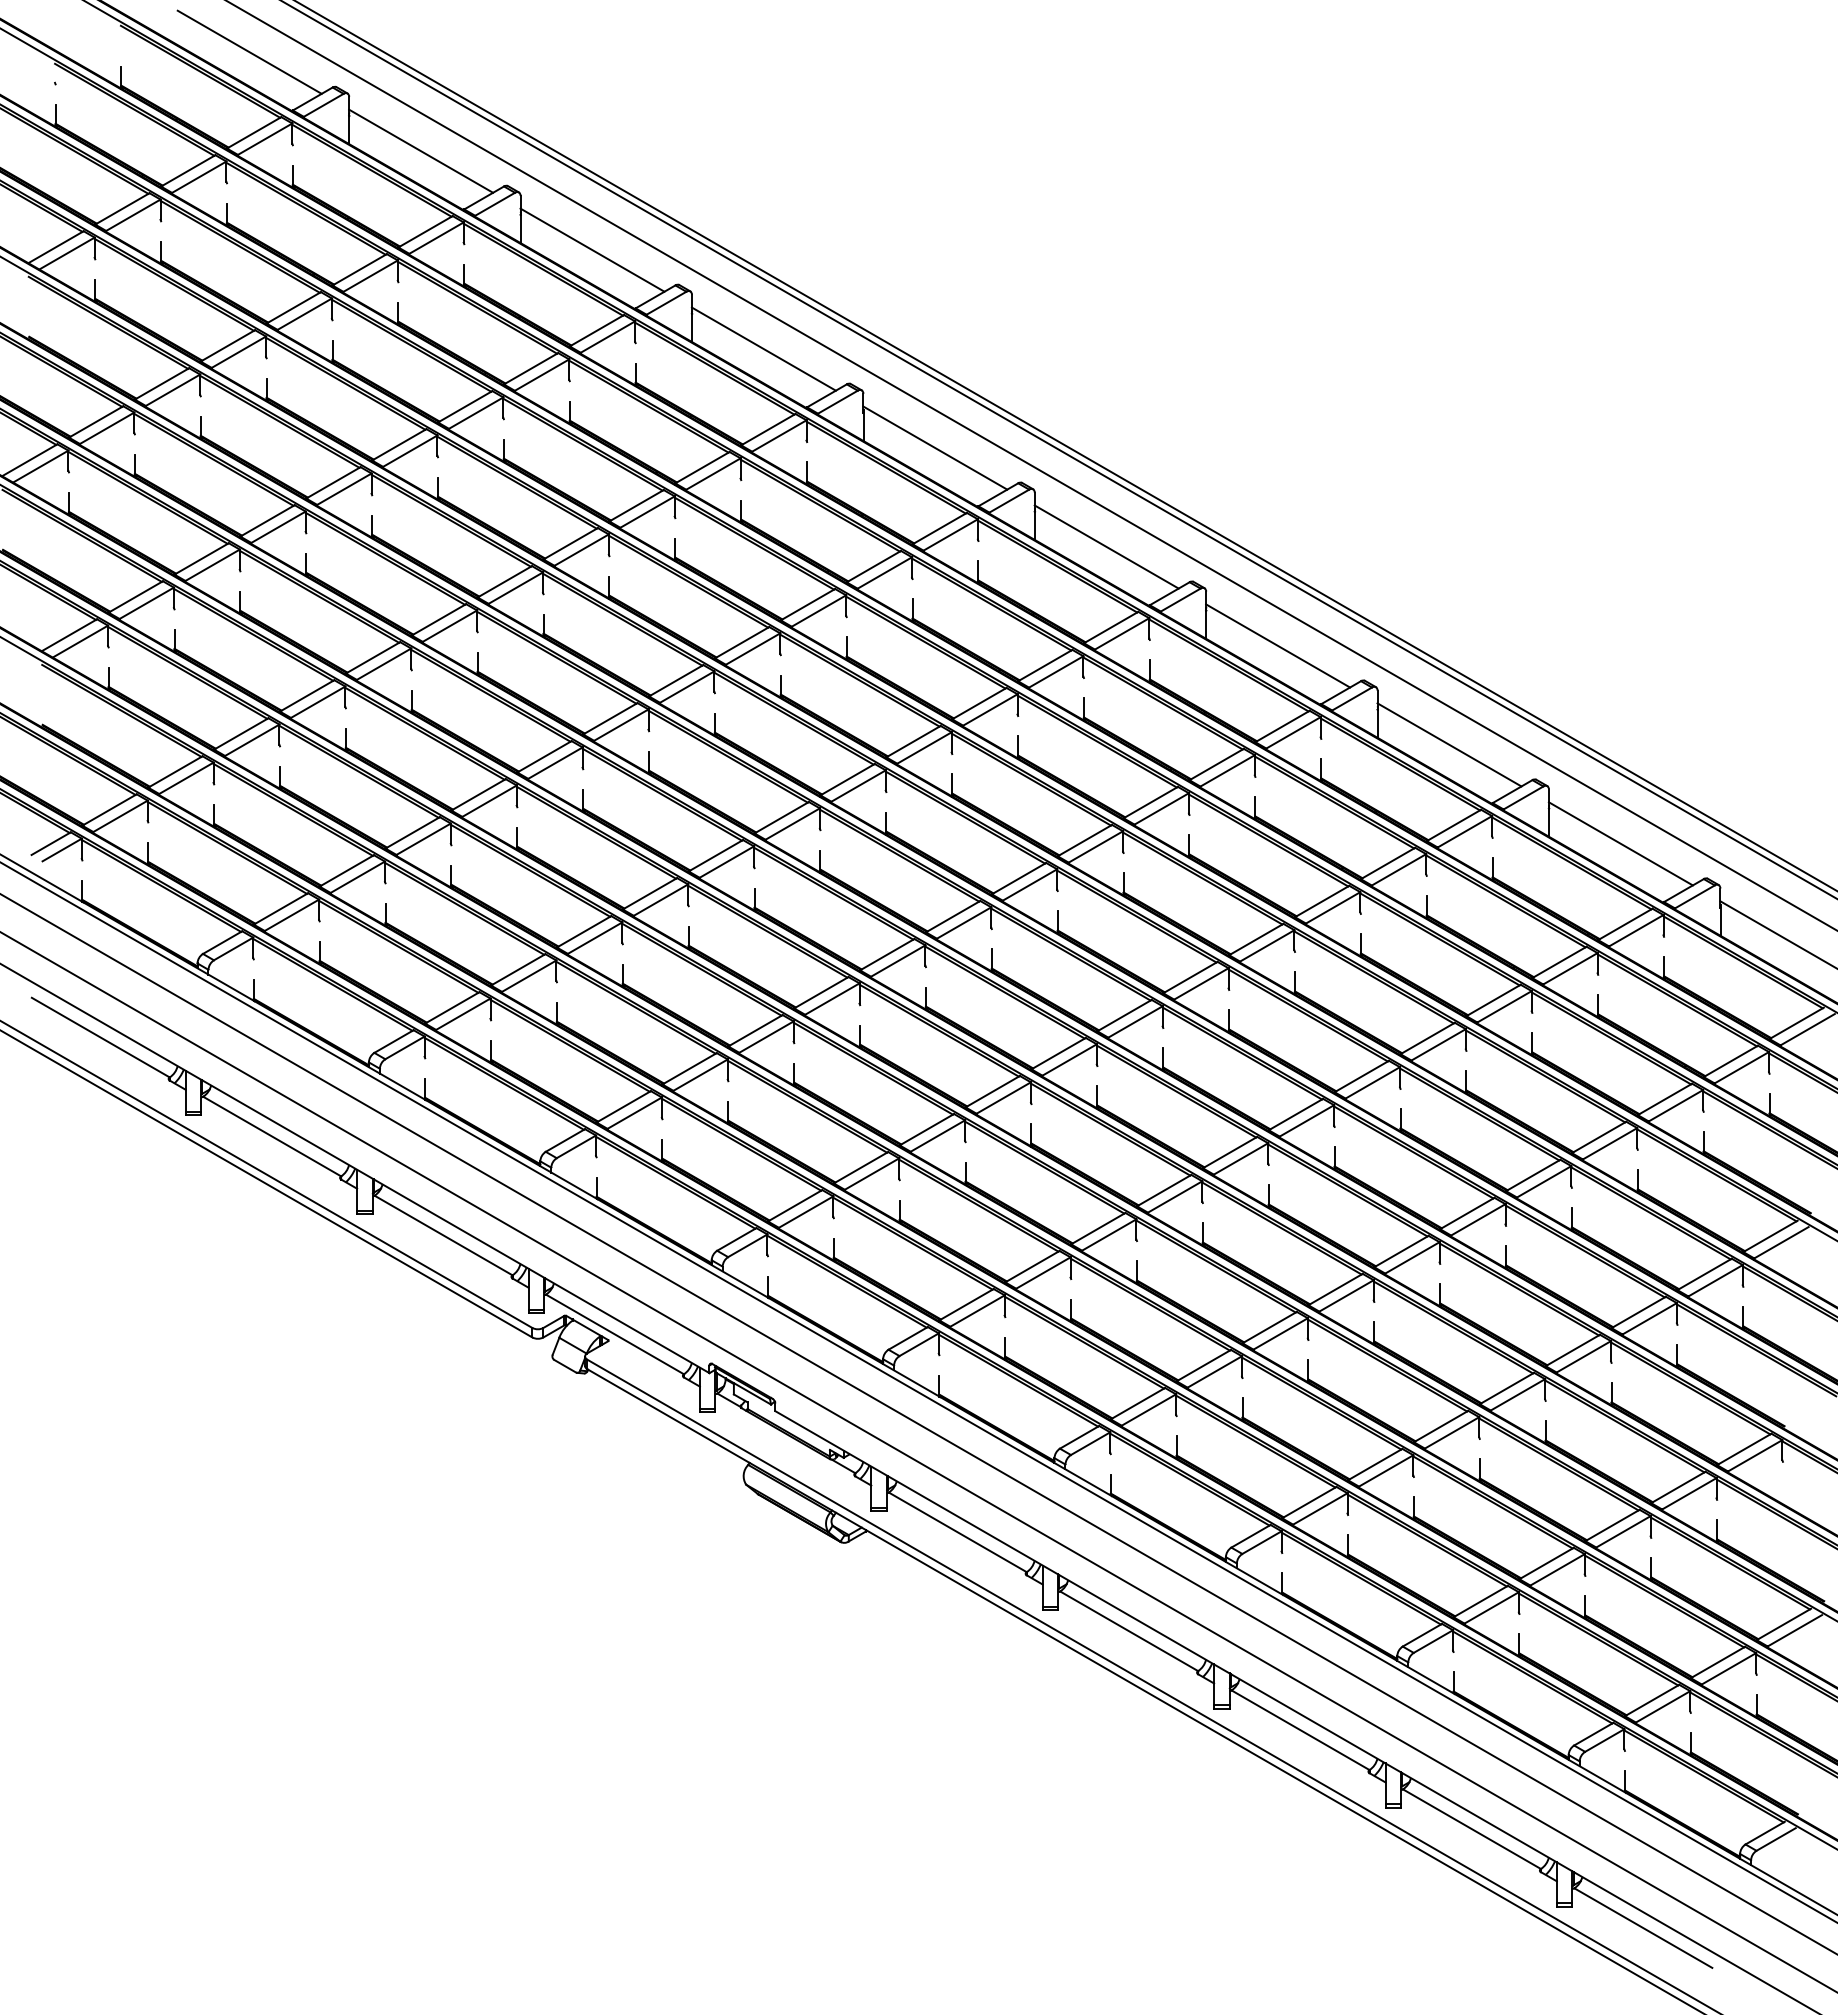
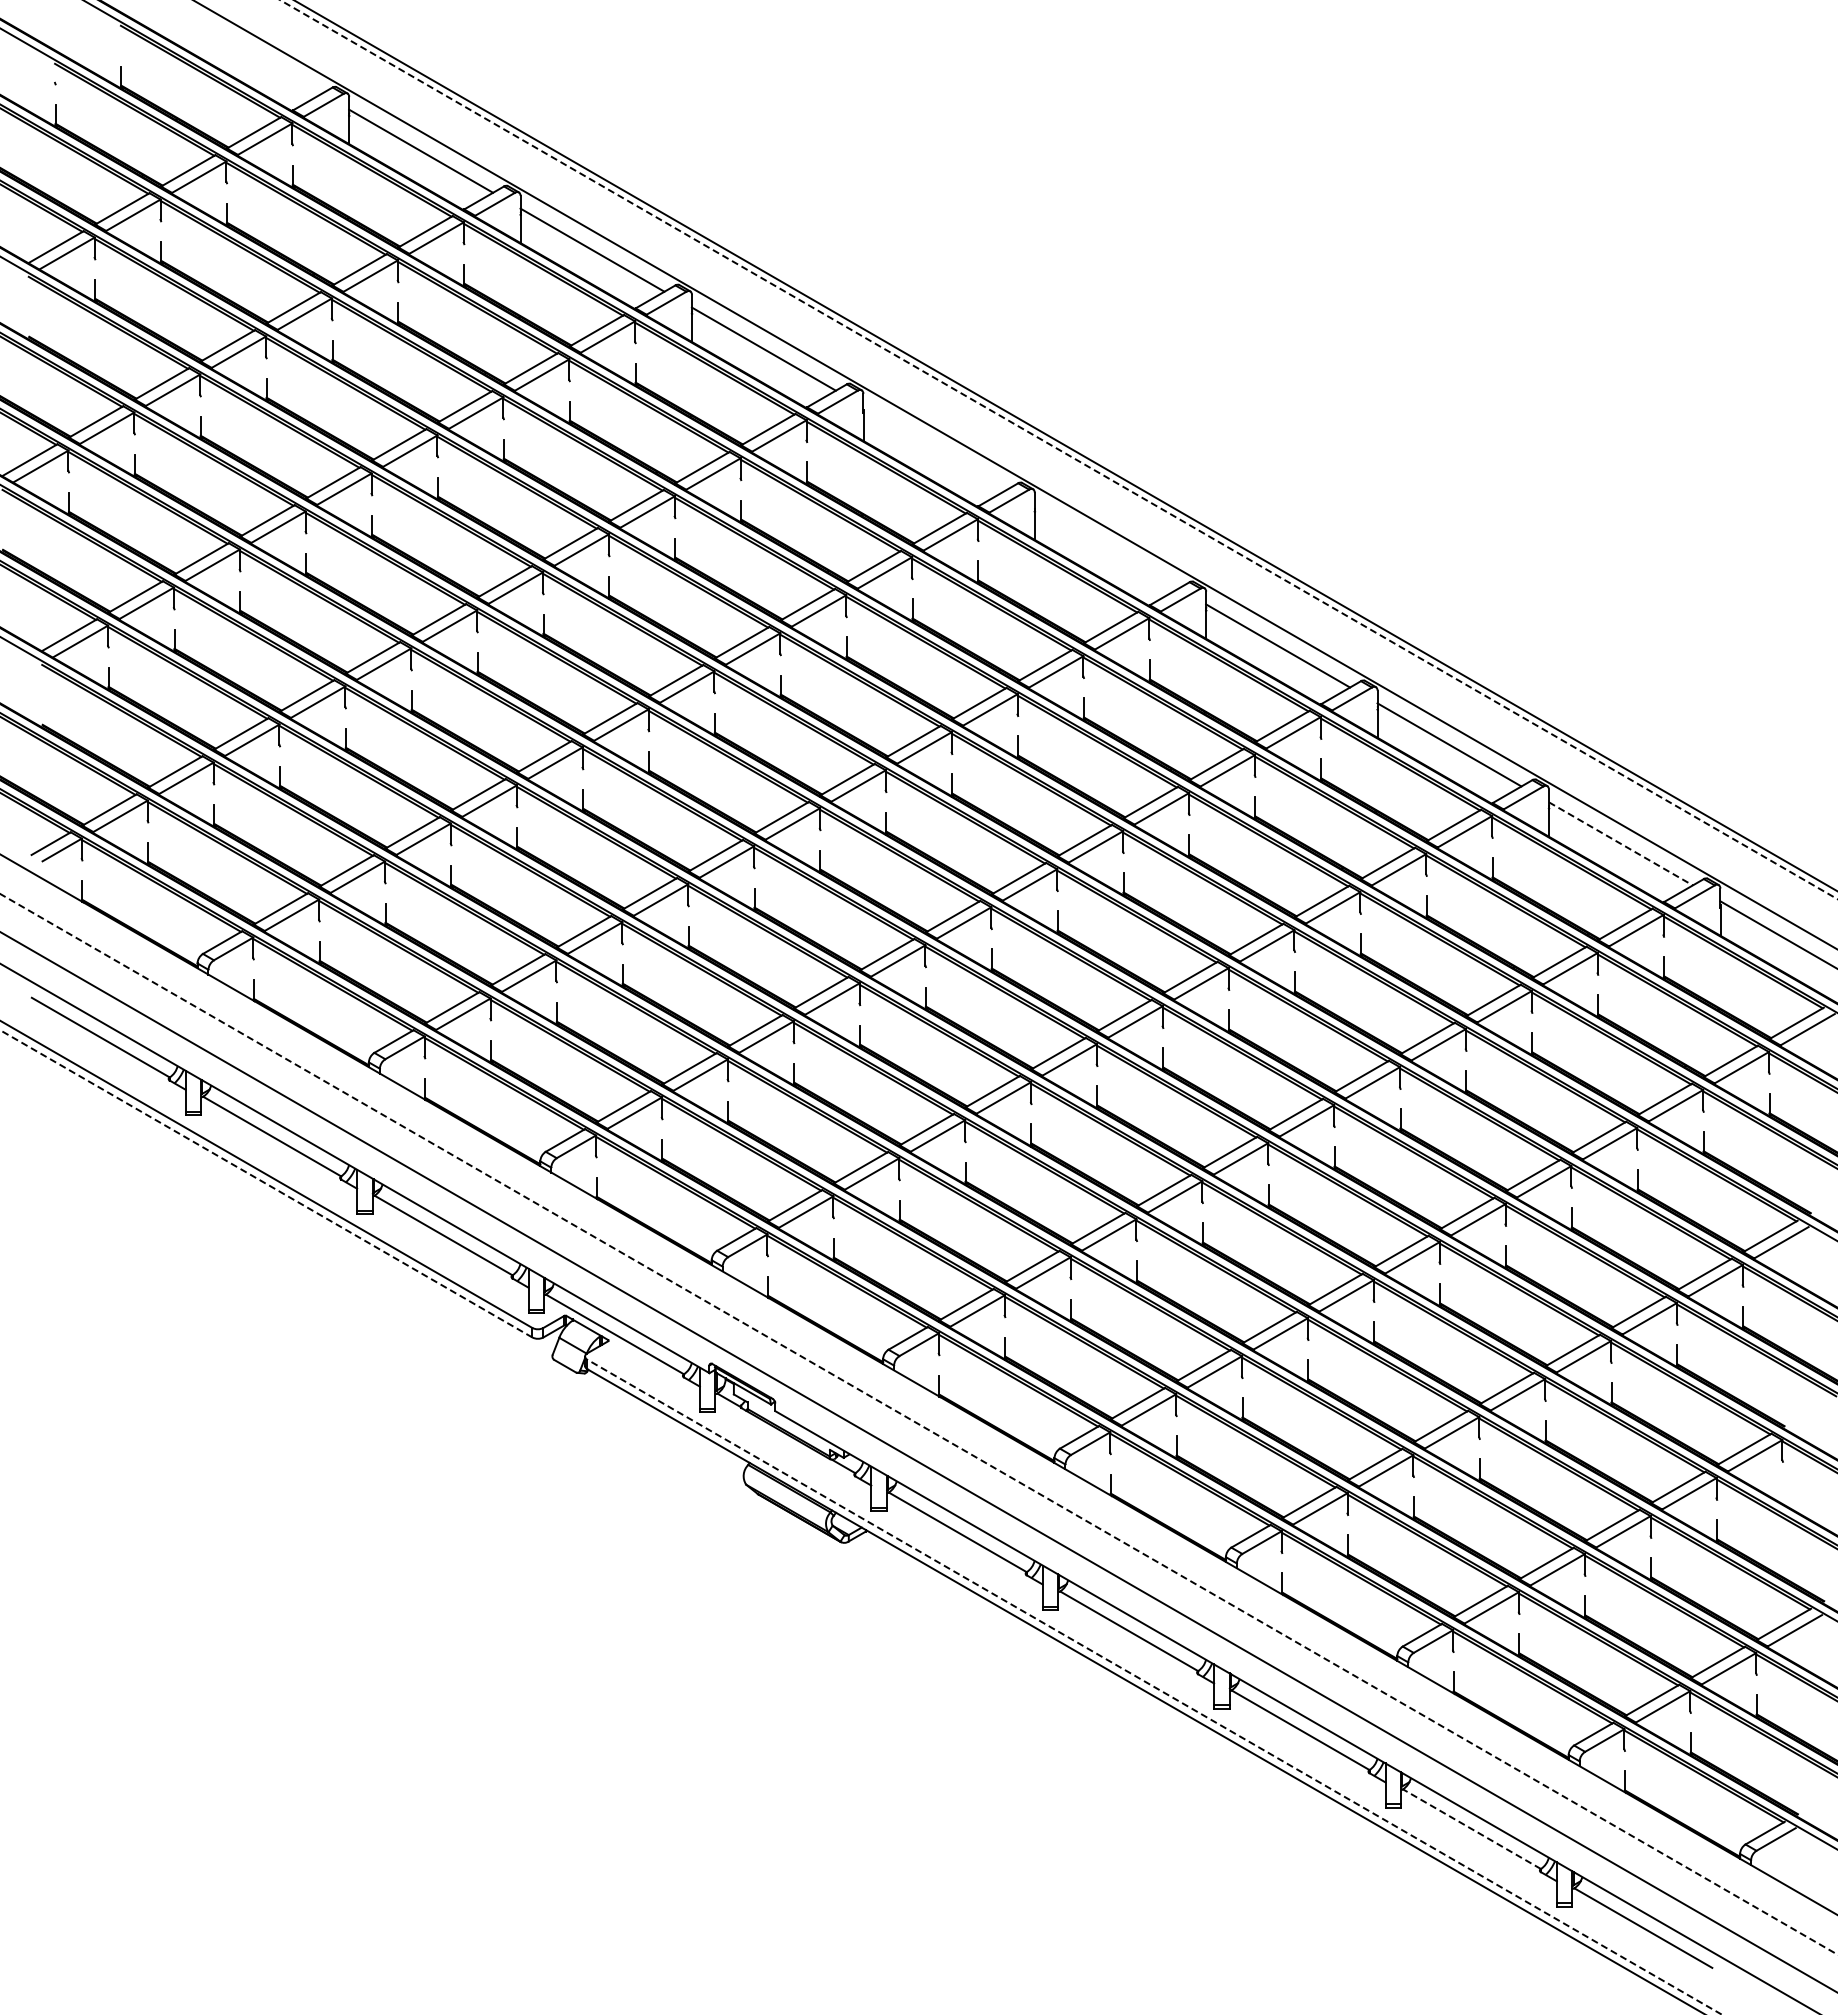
line at (249, 51): present -> none
line at (935, 447): present -> none
line at (1059, 449): solid -> dashed
line at (1031, 465) position: (1031, 465) -> (1015, 474)
line at (1106, 546): present -> none
line at (1621, 844): solid -> dashed
line at (266, 1184): solid -> dashed
line at (918, 1392): present -> none
line at (918, 1424): solid -> dashed
line at (1154, 1687): solid -> dashed
line at (1471, 1829): solid -> dashed
